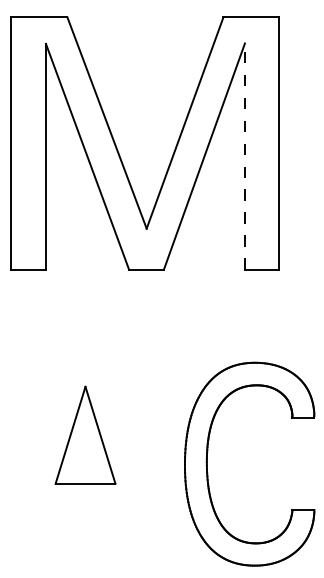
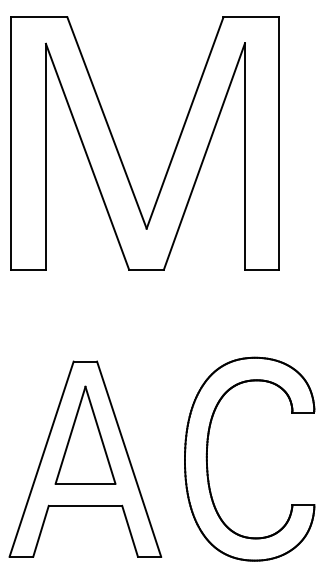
line at (244, 156): dashed -> solid
part at (85, 458): none -> present
part at (208, 472) position: (208, 472) -> (208, 467)
